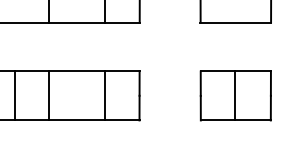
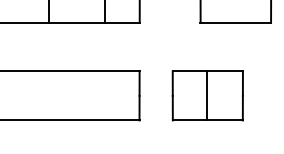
line at (14, 95): present -> none
line at (48, 95): present -> none
line at (105, 95): present -> none
part at (235, 95) position: (235, 95) -> (207, 95)
